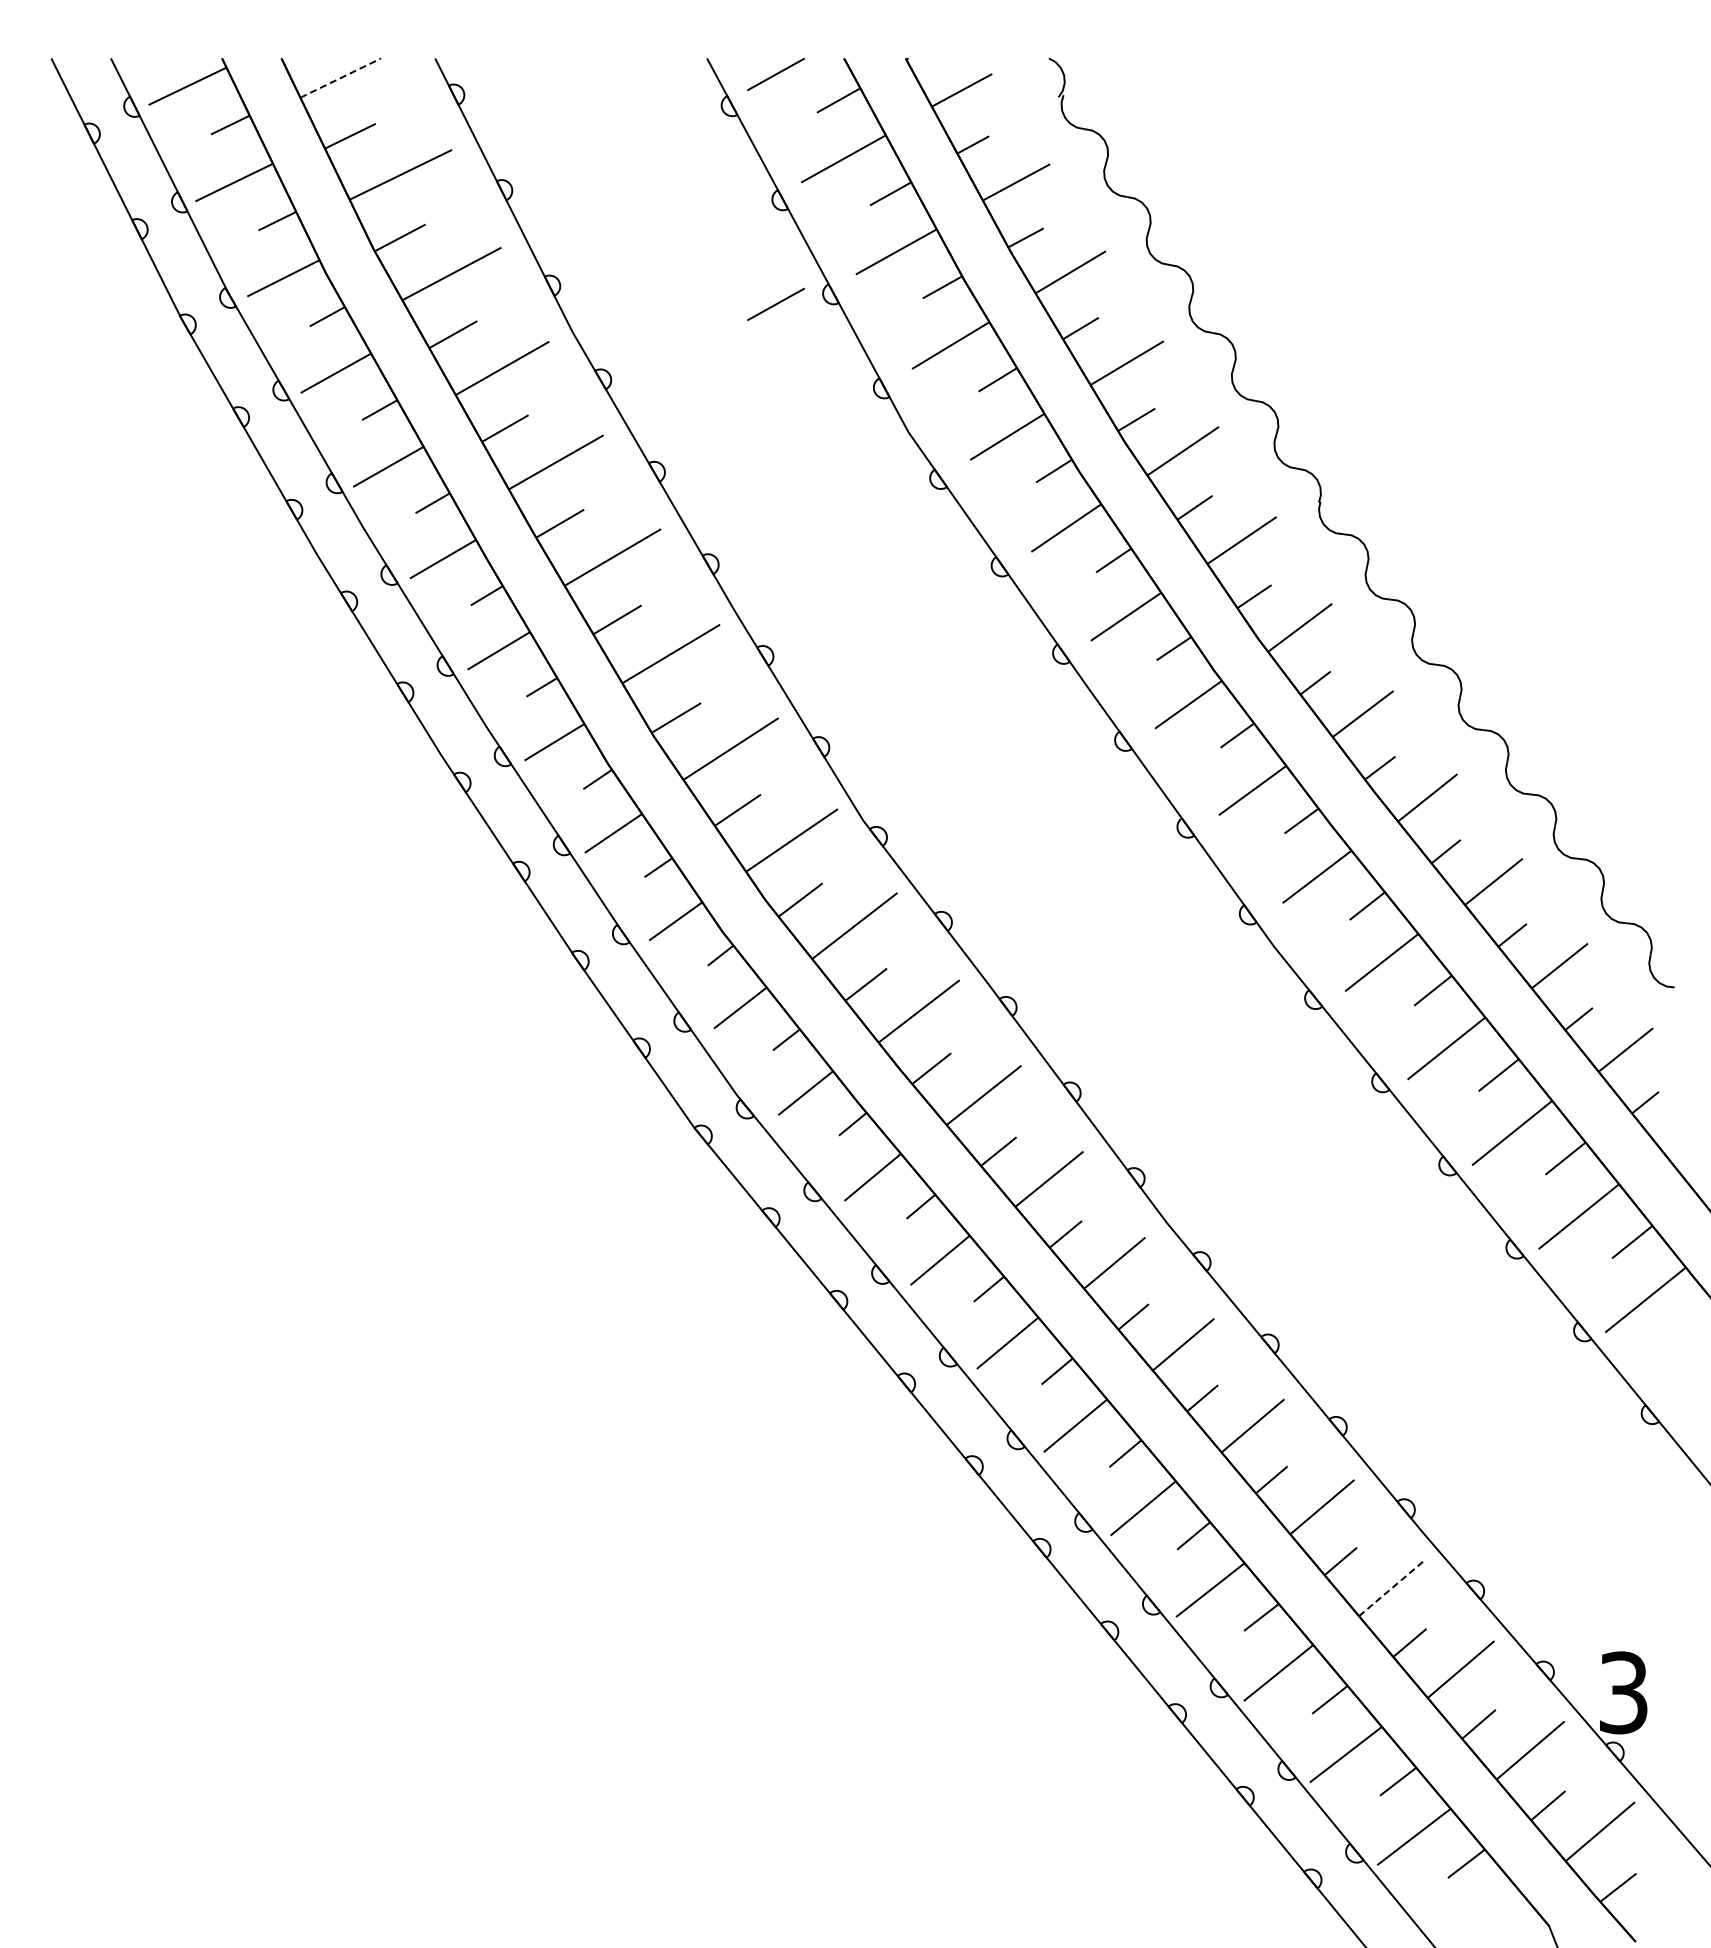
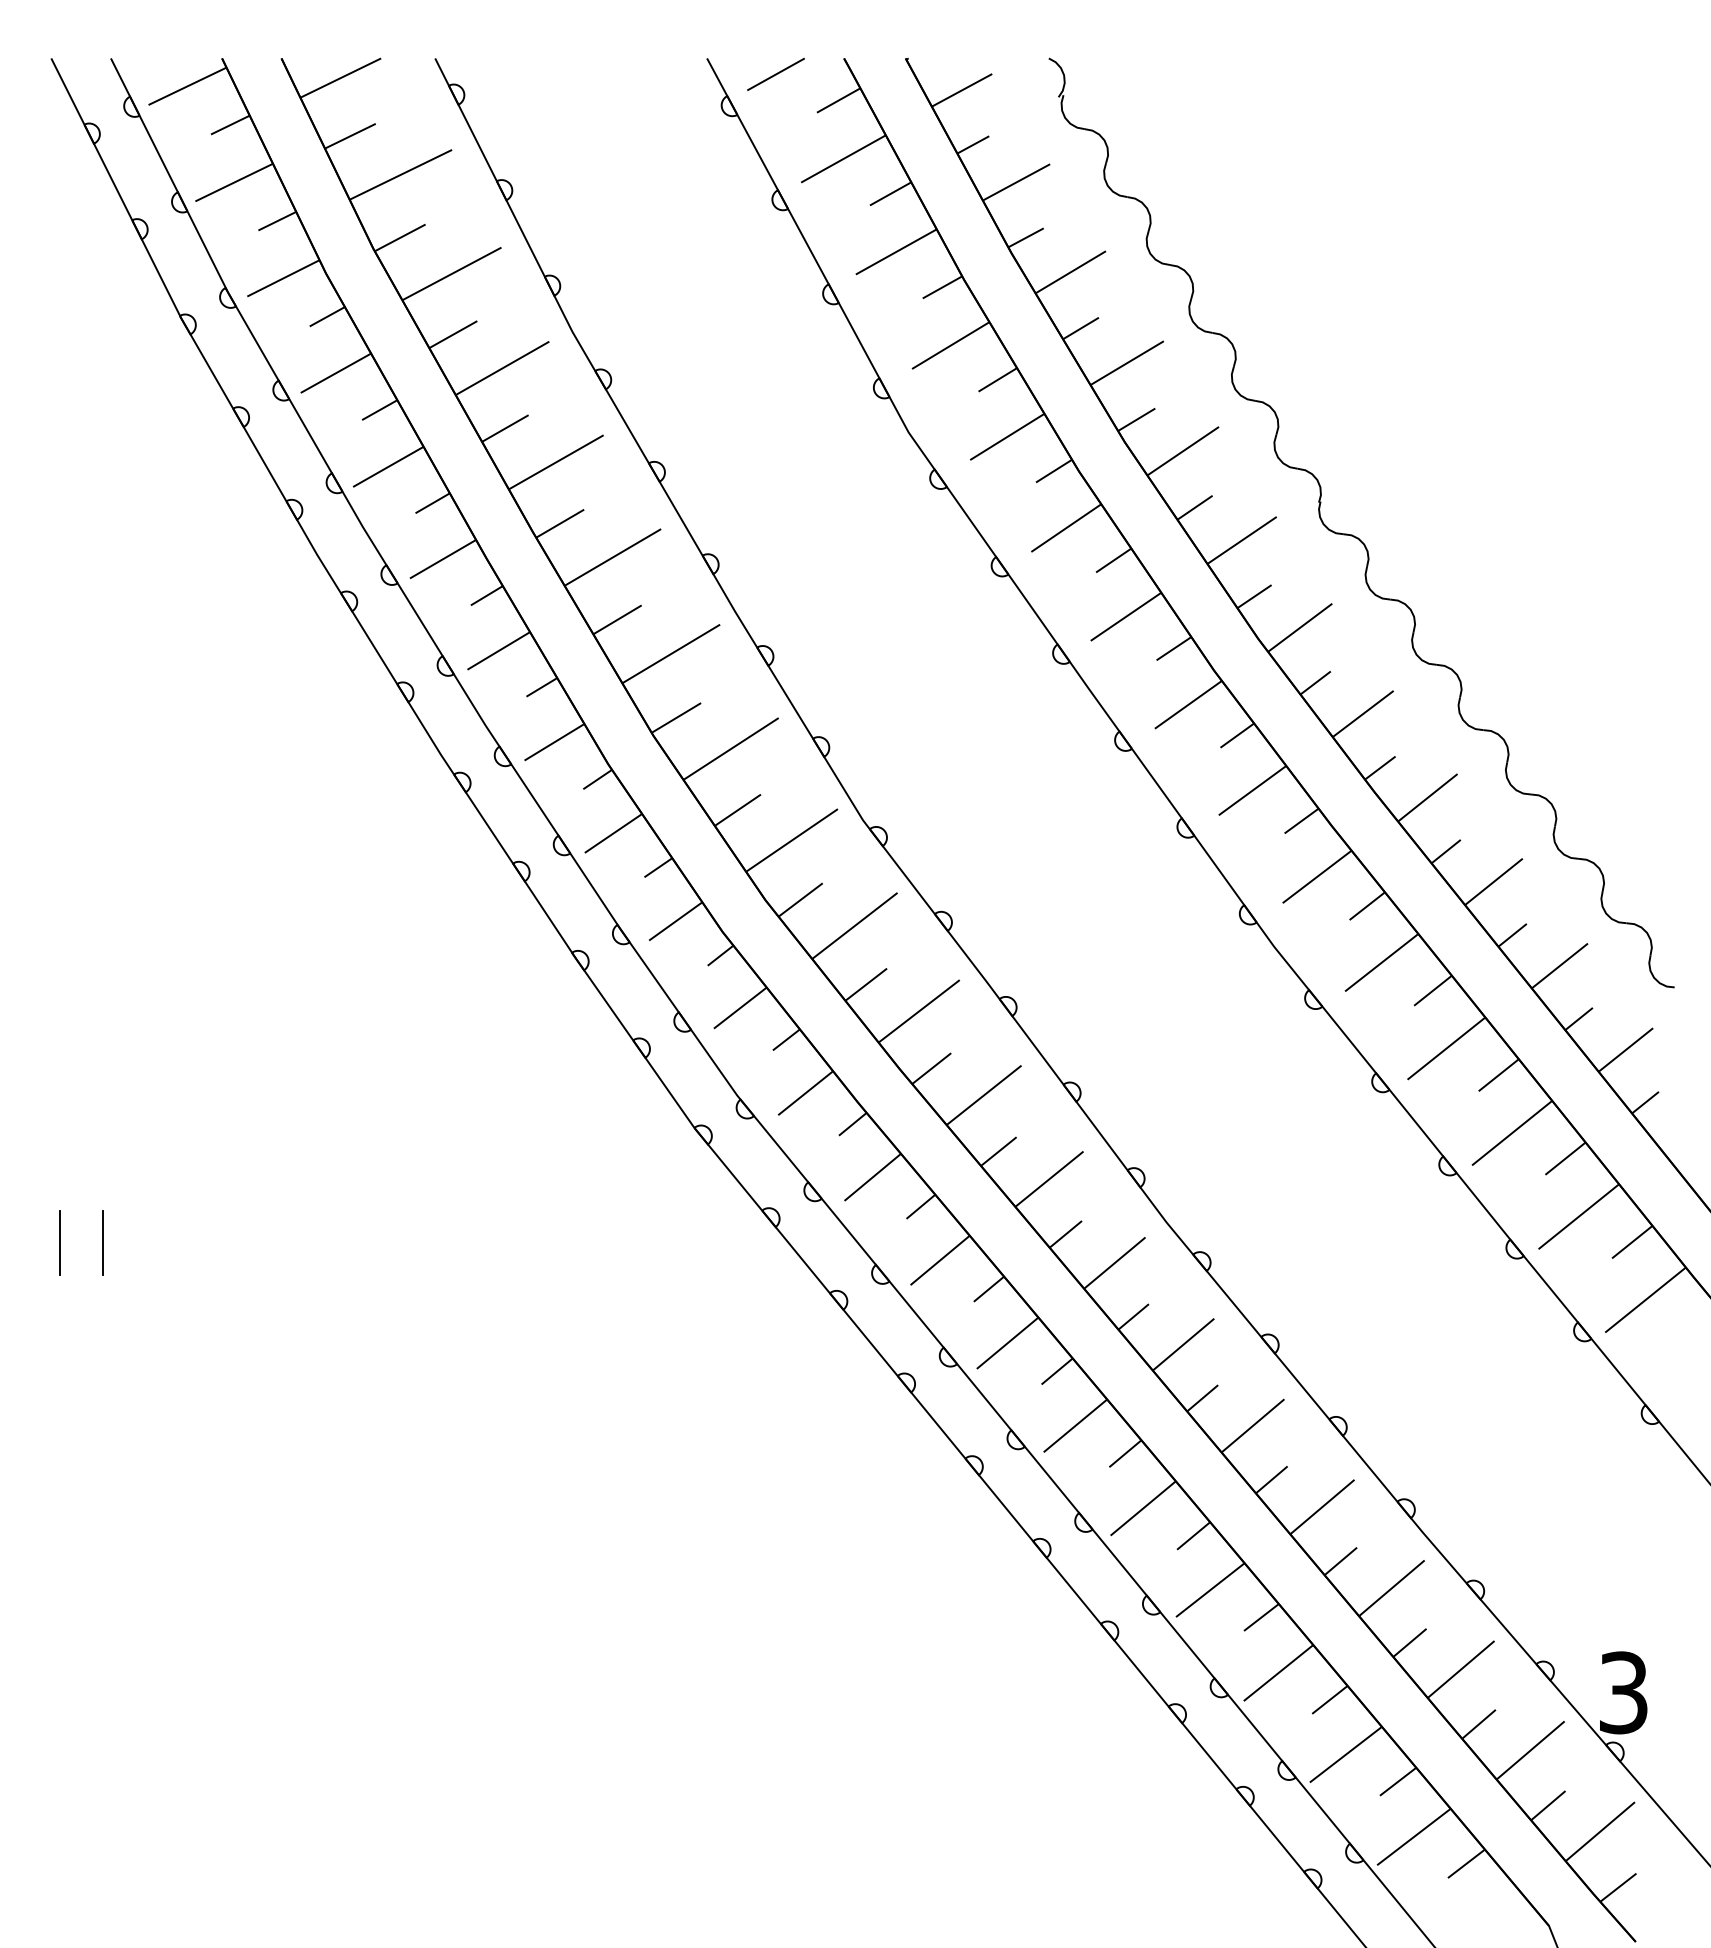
line at (340, 78): dashed -> solid
line at (775, 303): present -> none
line at (60, 1242): none -> present
line at (103, 1242): none -> present
line at (1392, 1588): dashed -> solid
